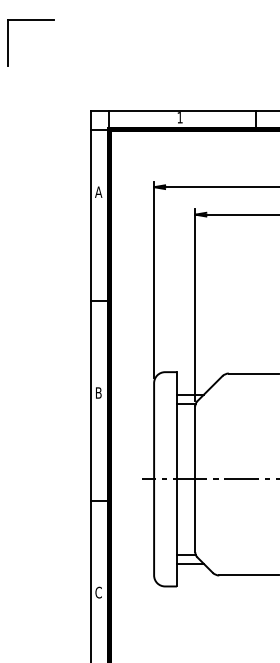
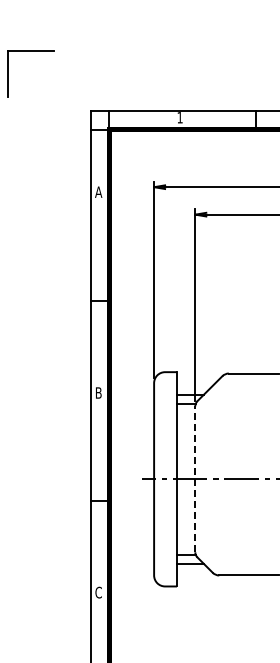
part at (30, 20) position: (30, 20) -> (30, 51)
line at (195, 479): solid -> dashed
